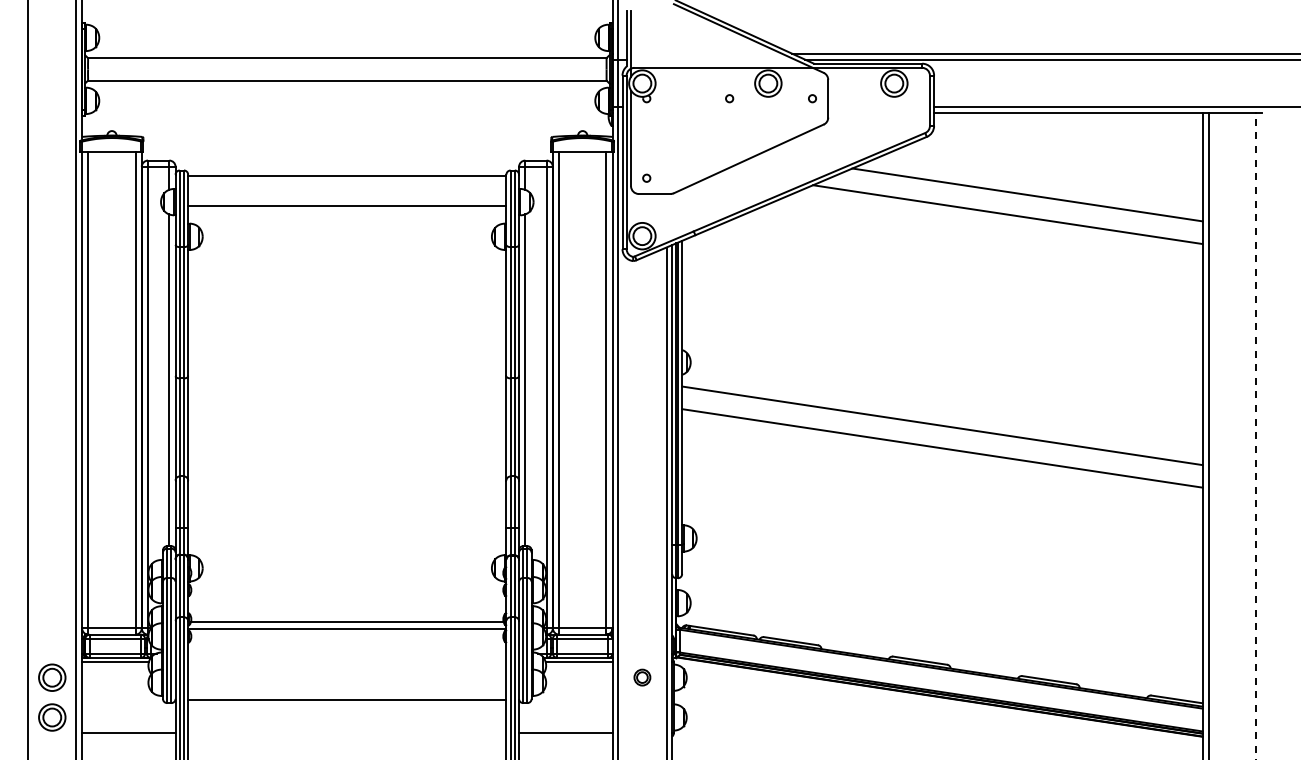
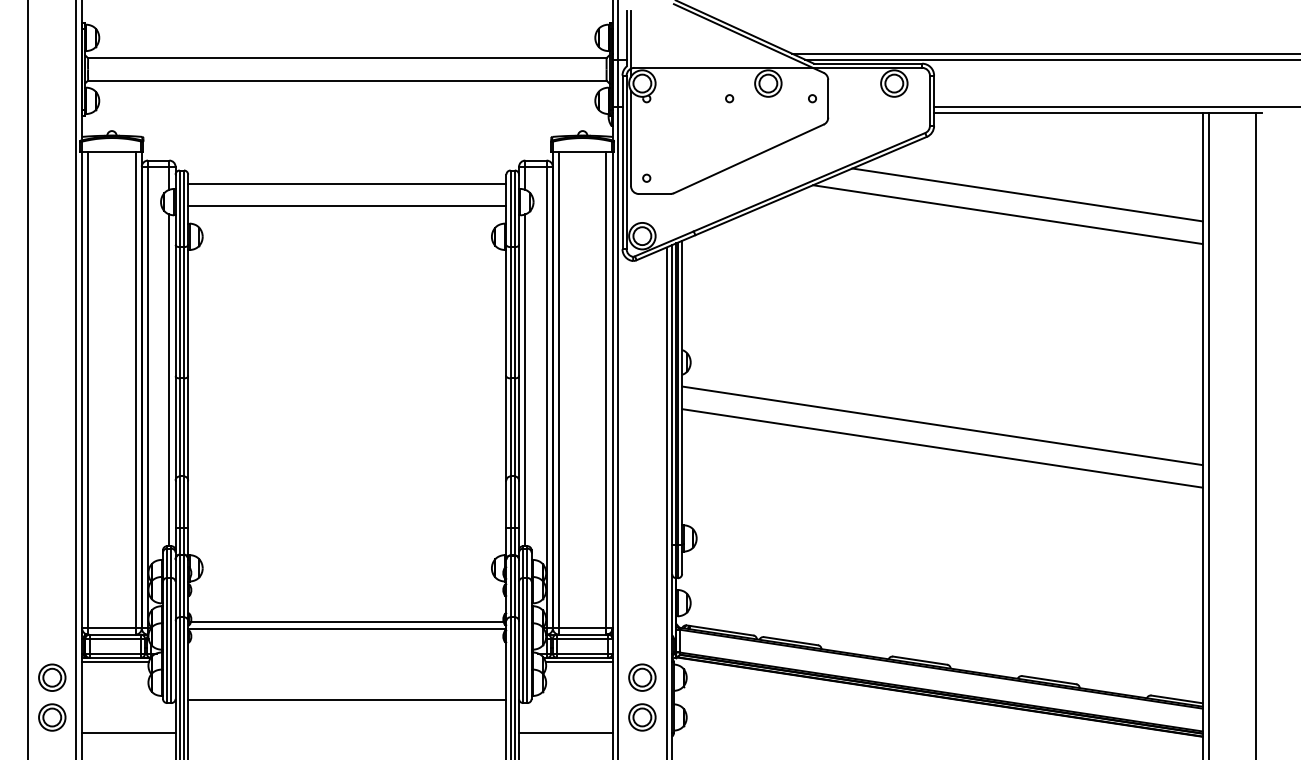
line at (347, 175) position: (347, 175) -> (347, 183)
line at (1256, 436): dashed -> solid
part at (642, 677) size: 19x19 px -> 29x29 px
part at (642, 717): none -> present
